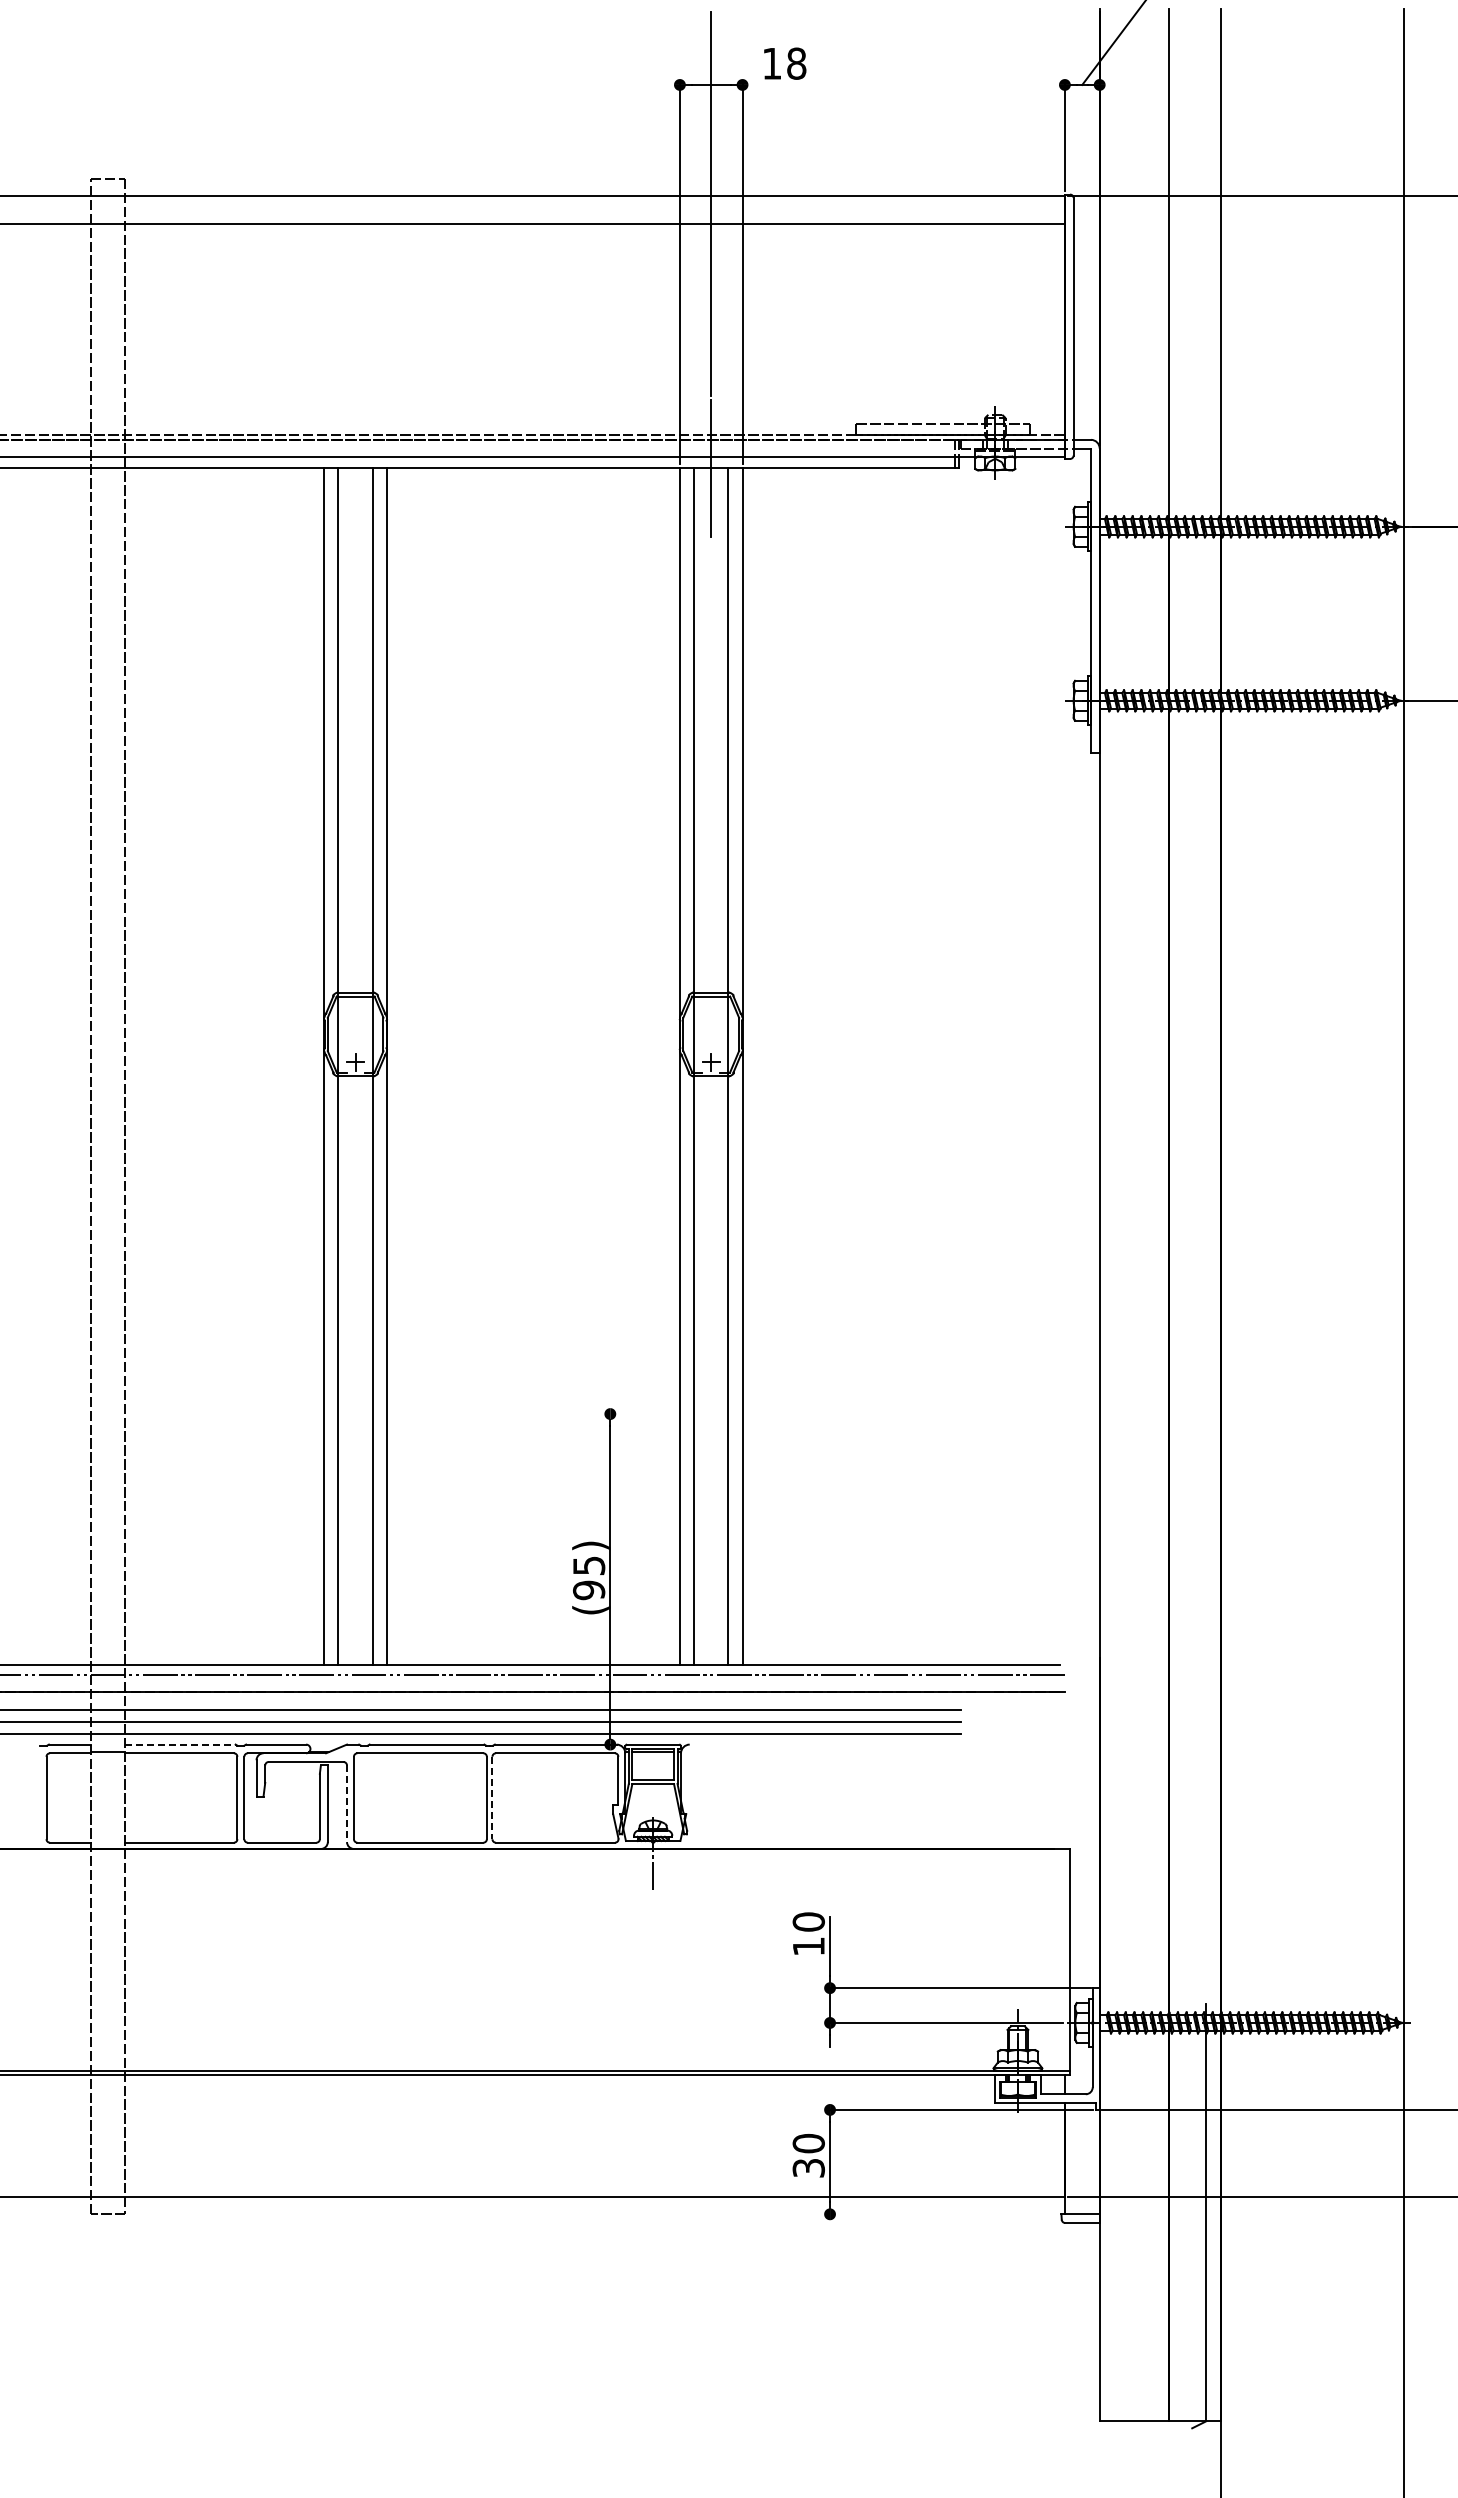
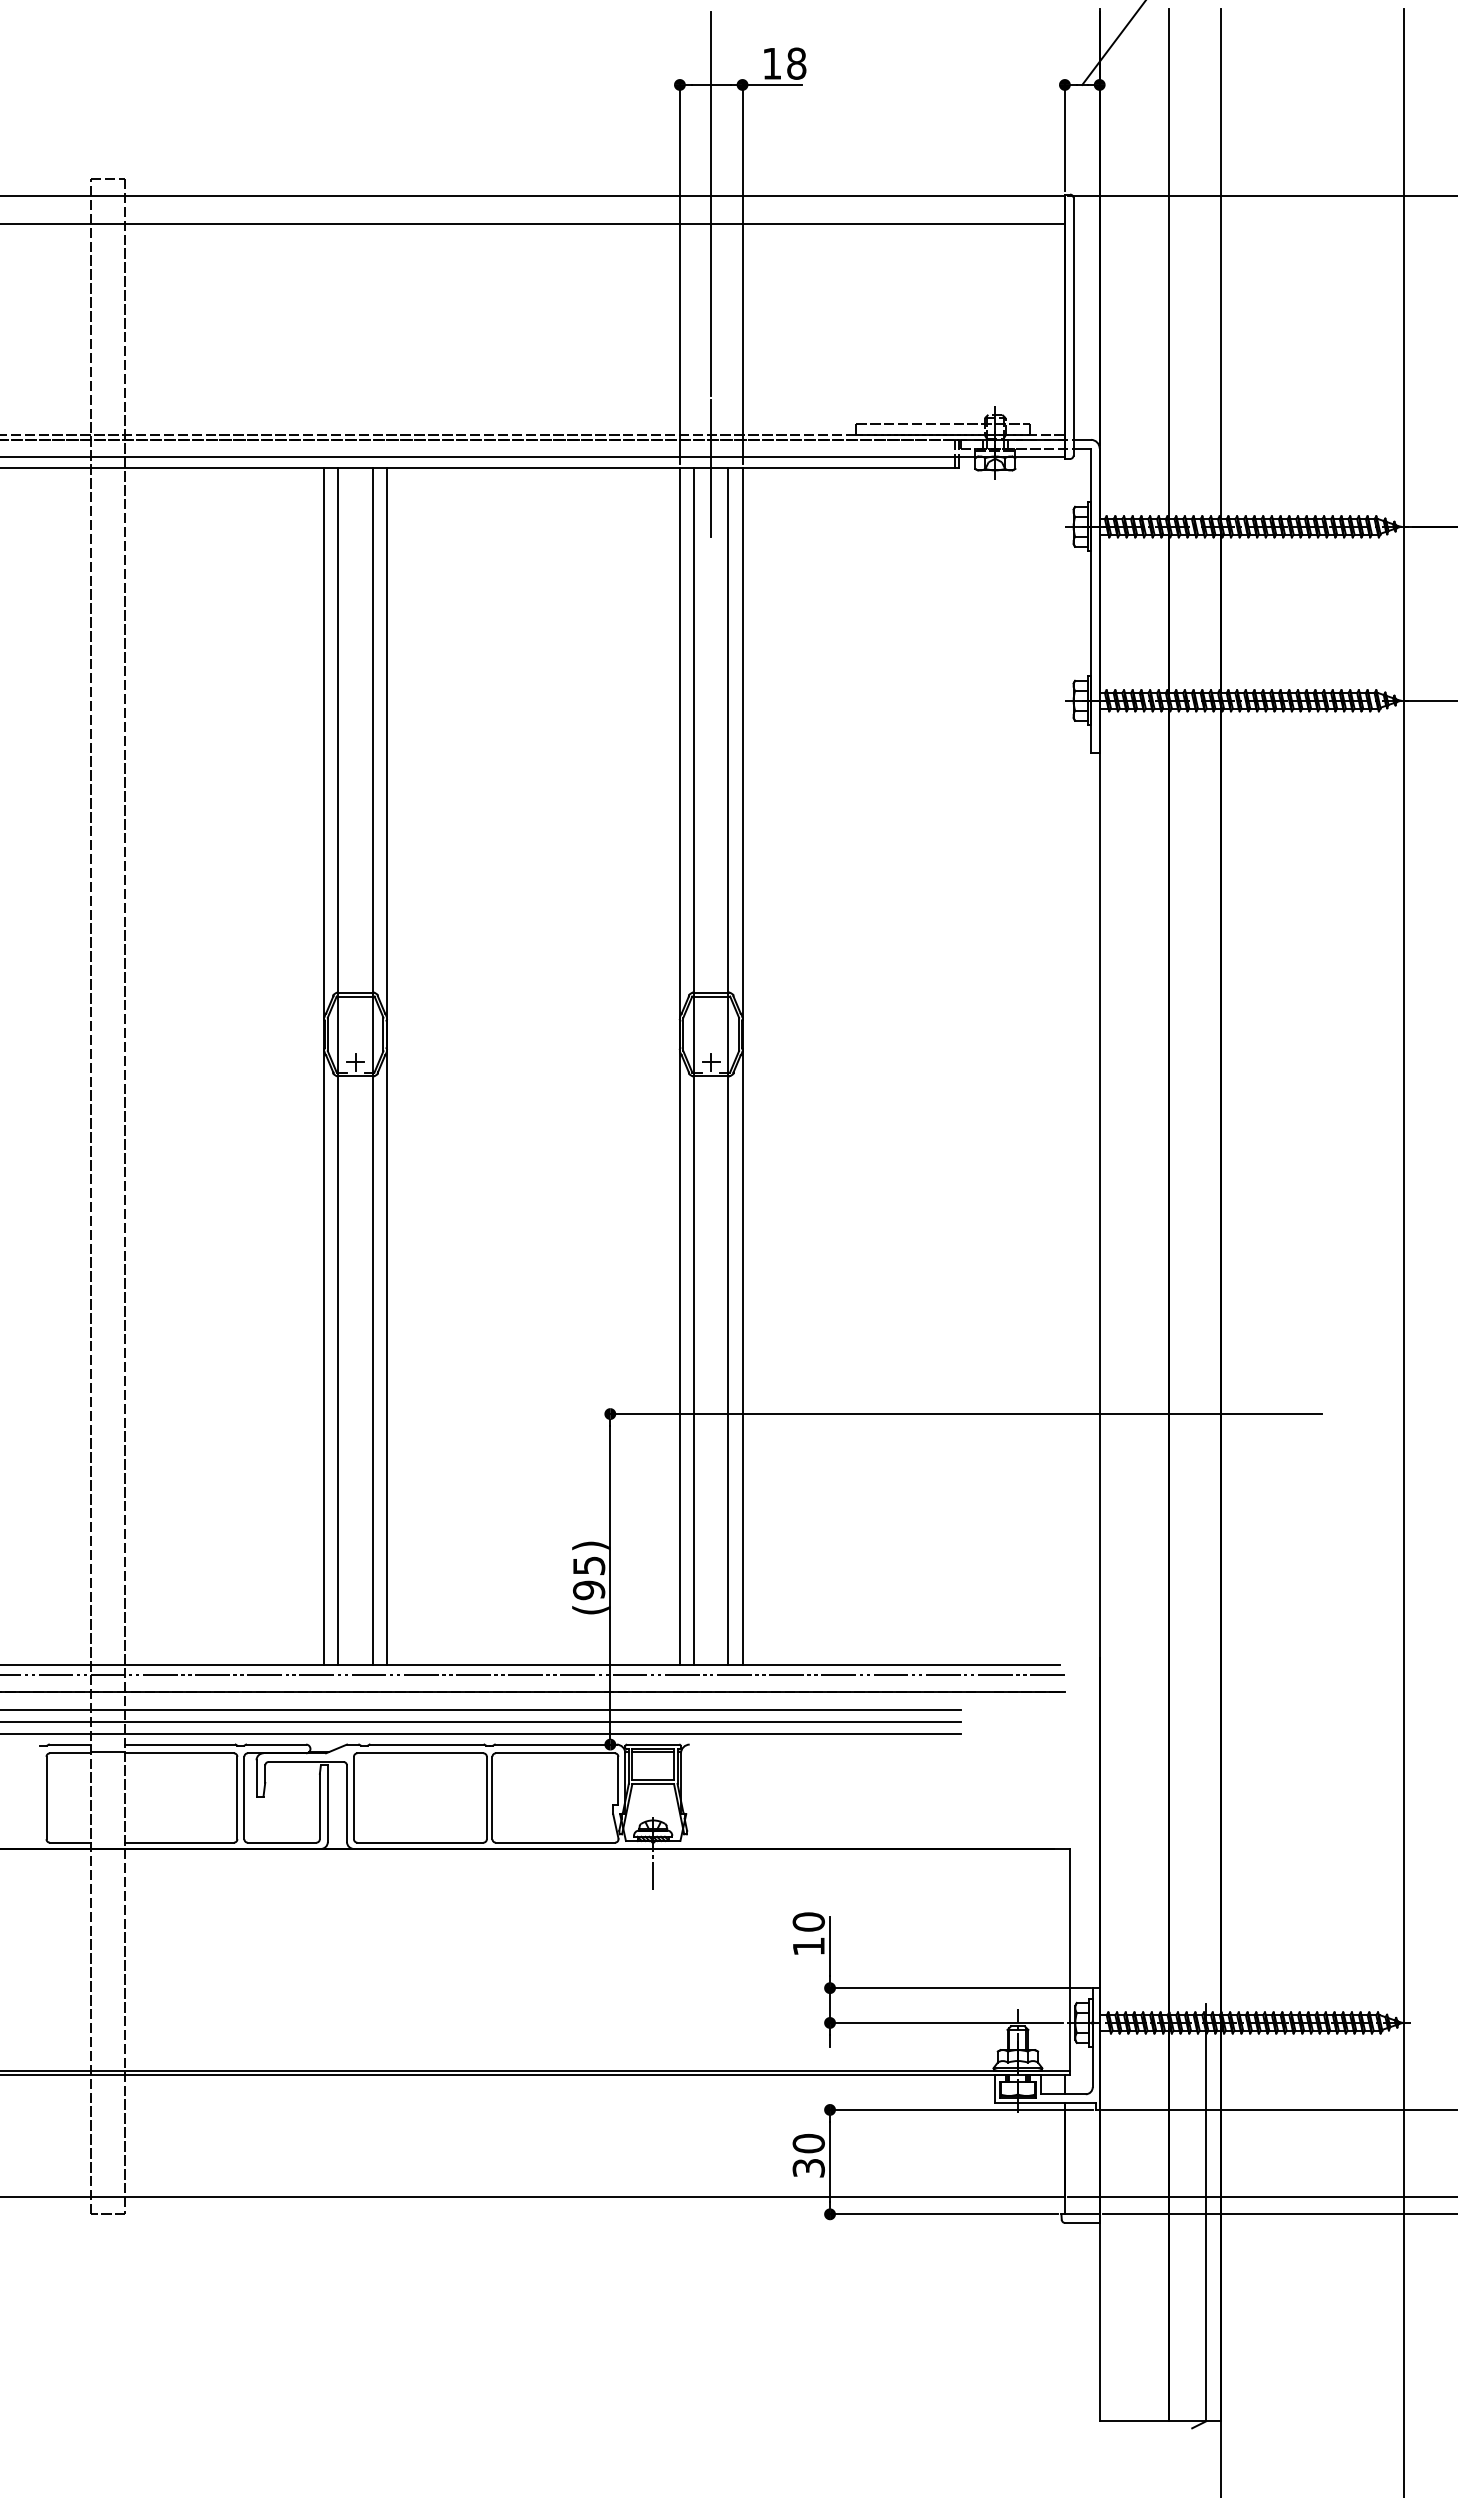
line at (772, 84): none -> present
line at (964, 1414): none -> present
line at (181, 1744): dashed -> solid
line at (492, 1798): dashed -> solid
line at (347, 1804): dashed -> solid
line at (941, 2214): none -> present
line at (1278, 2214): none -> present
